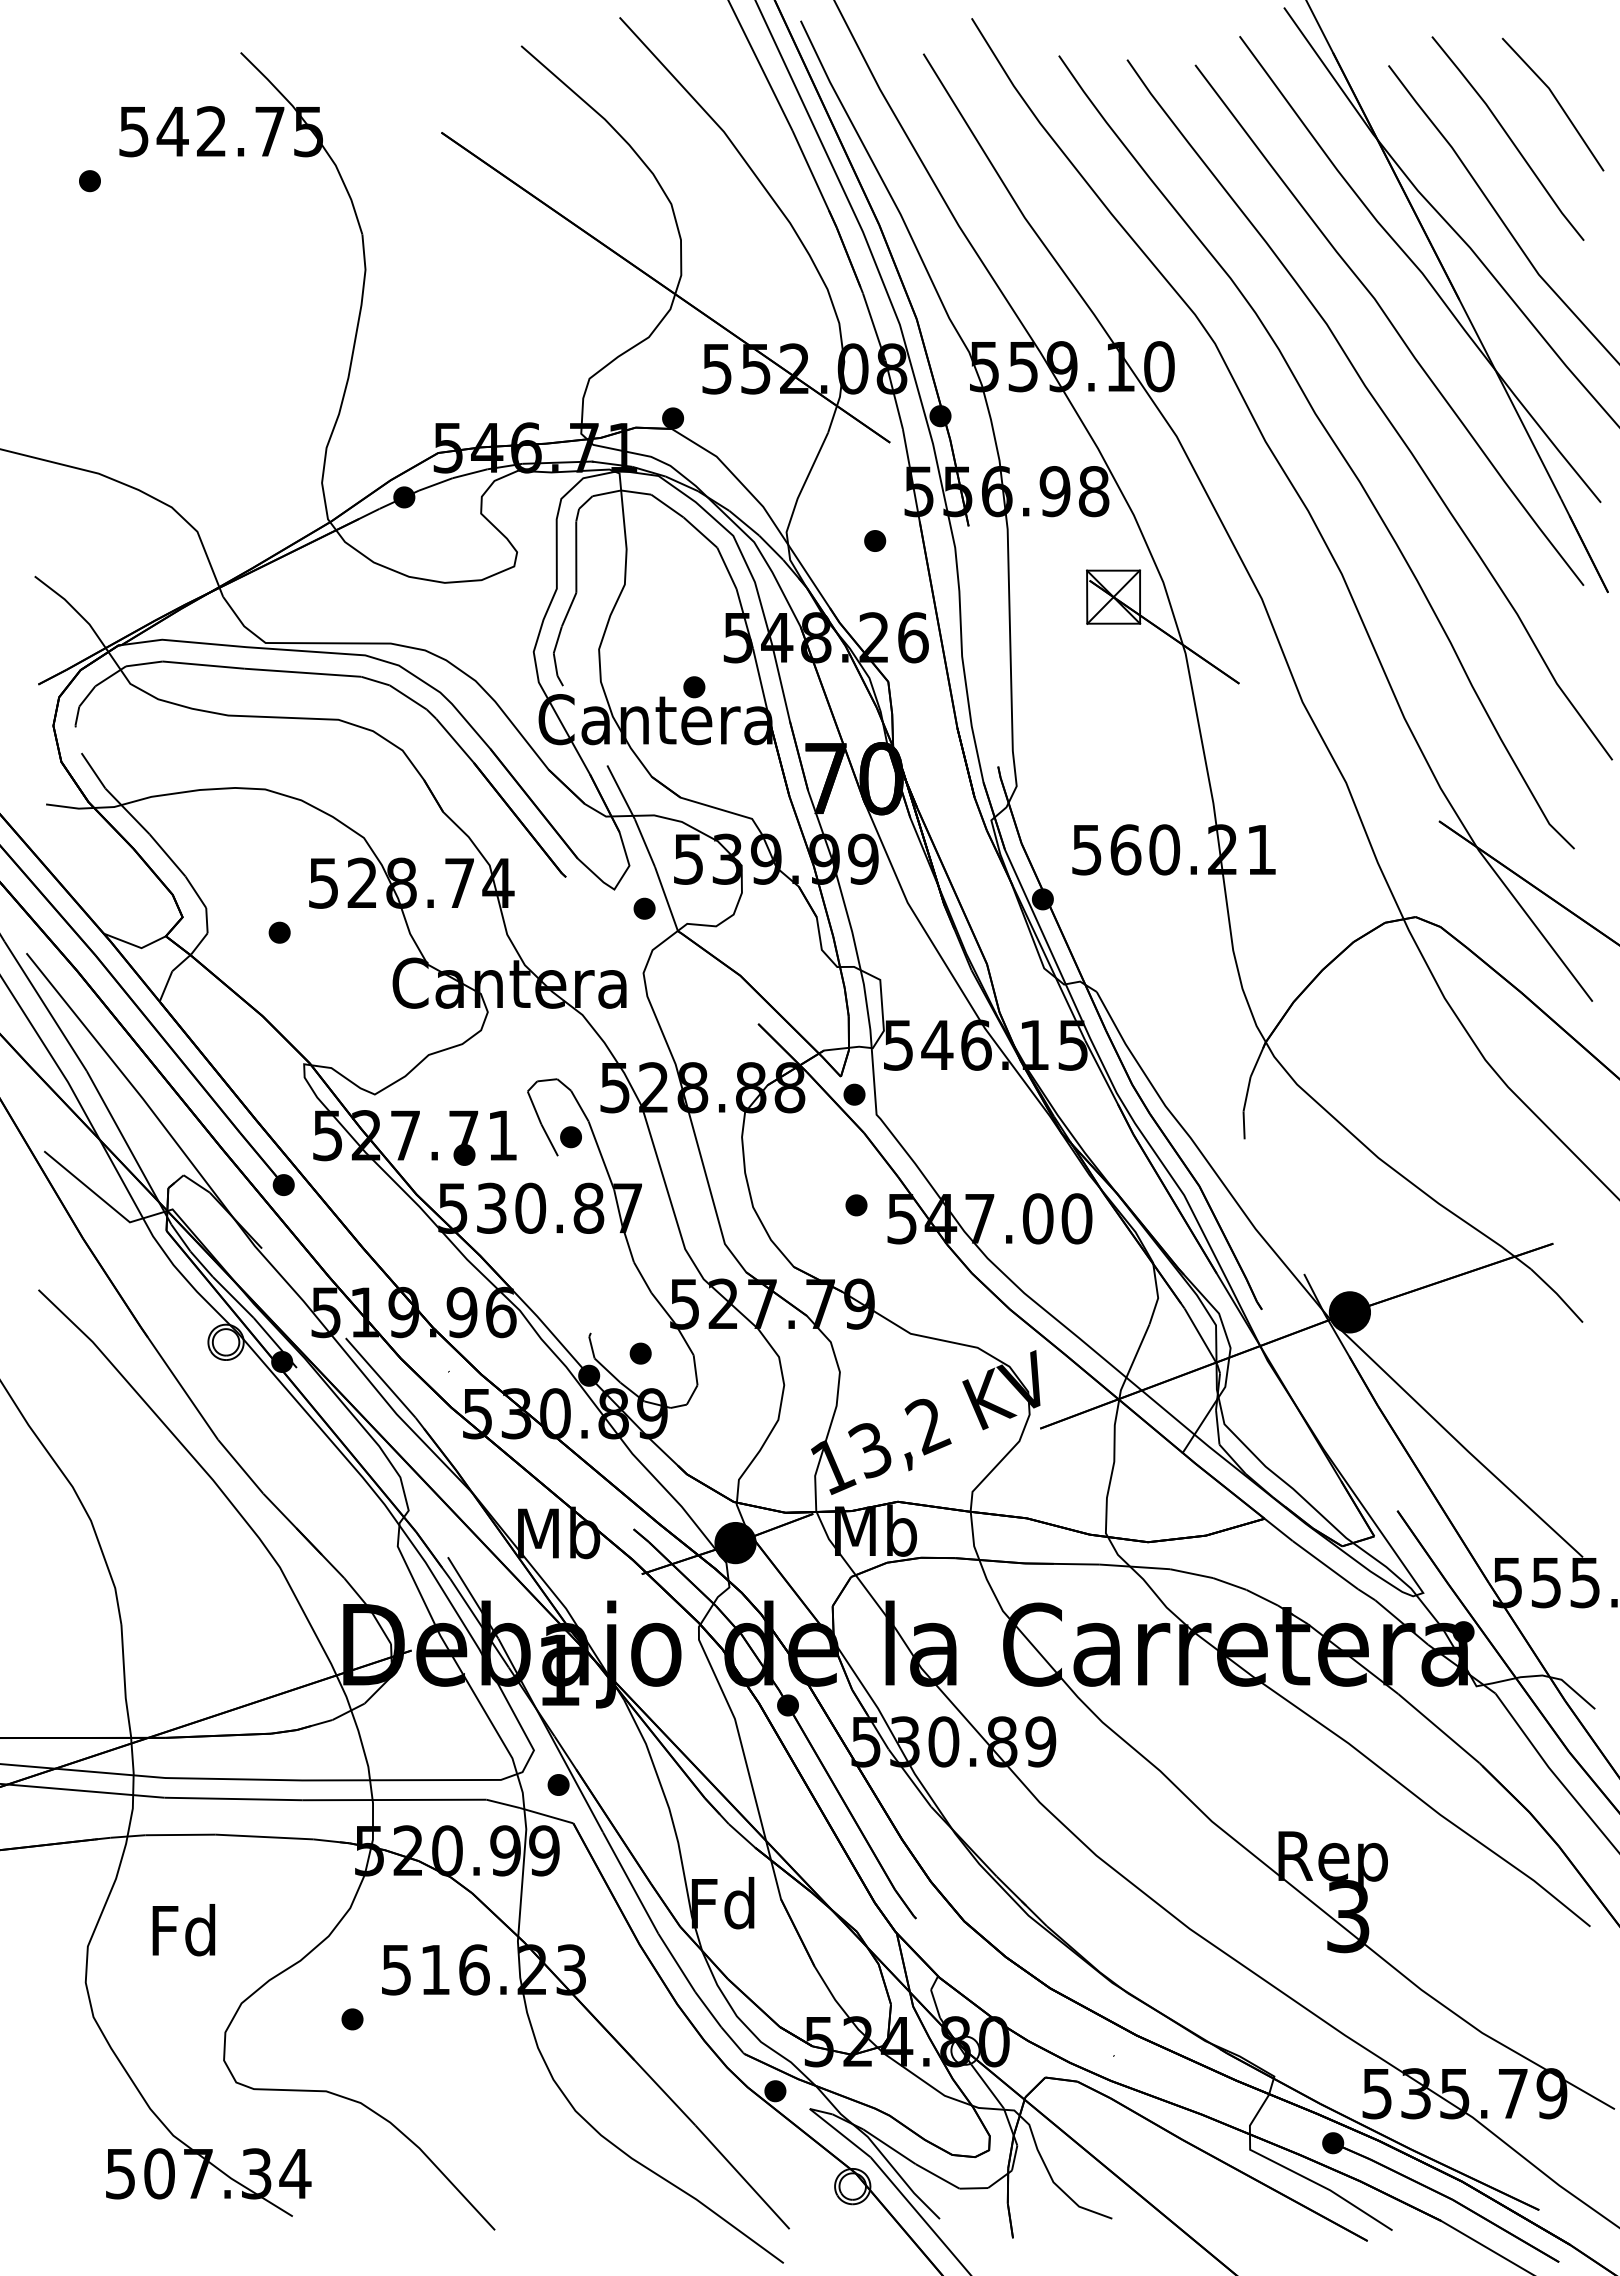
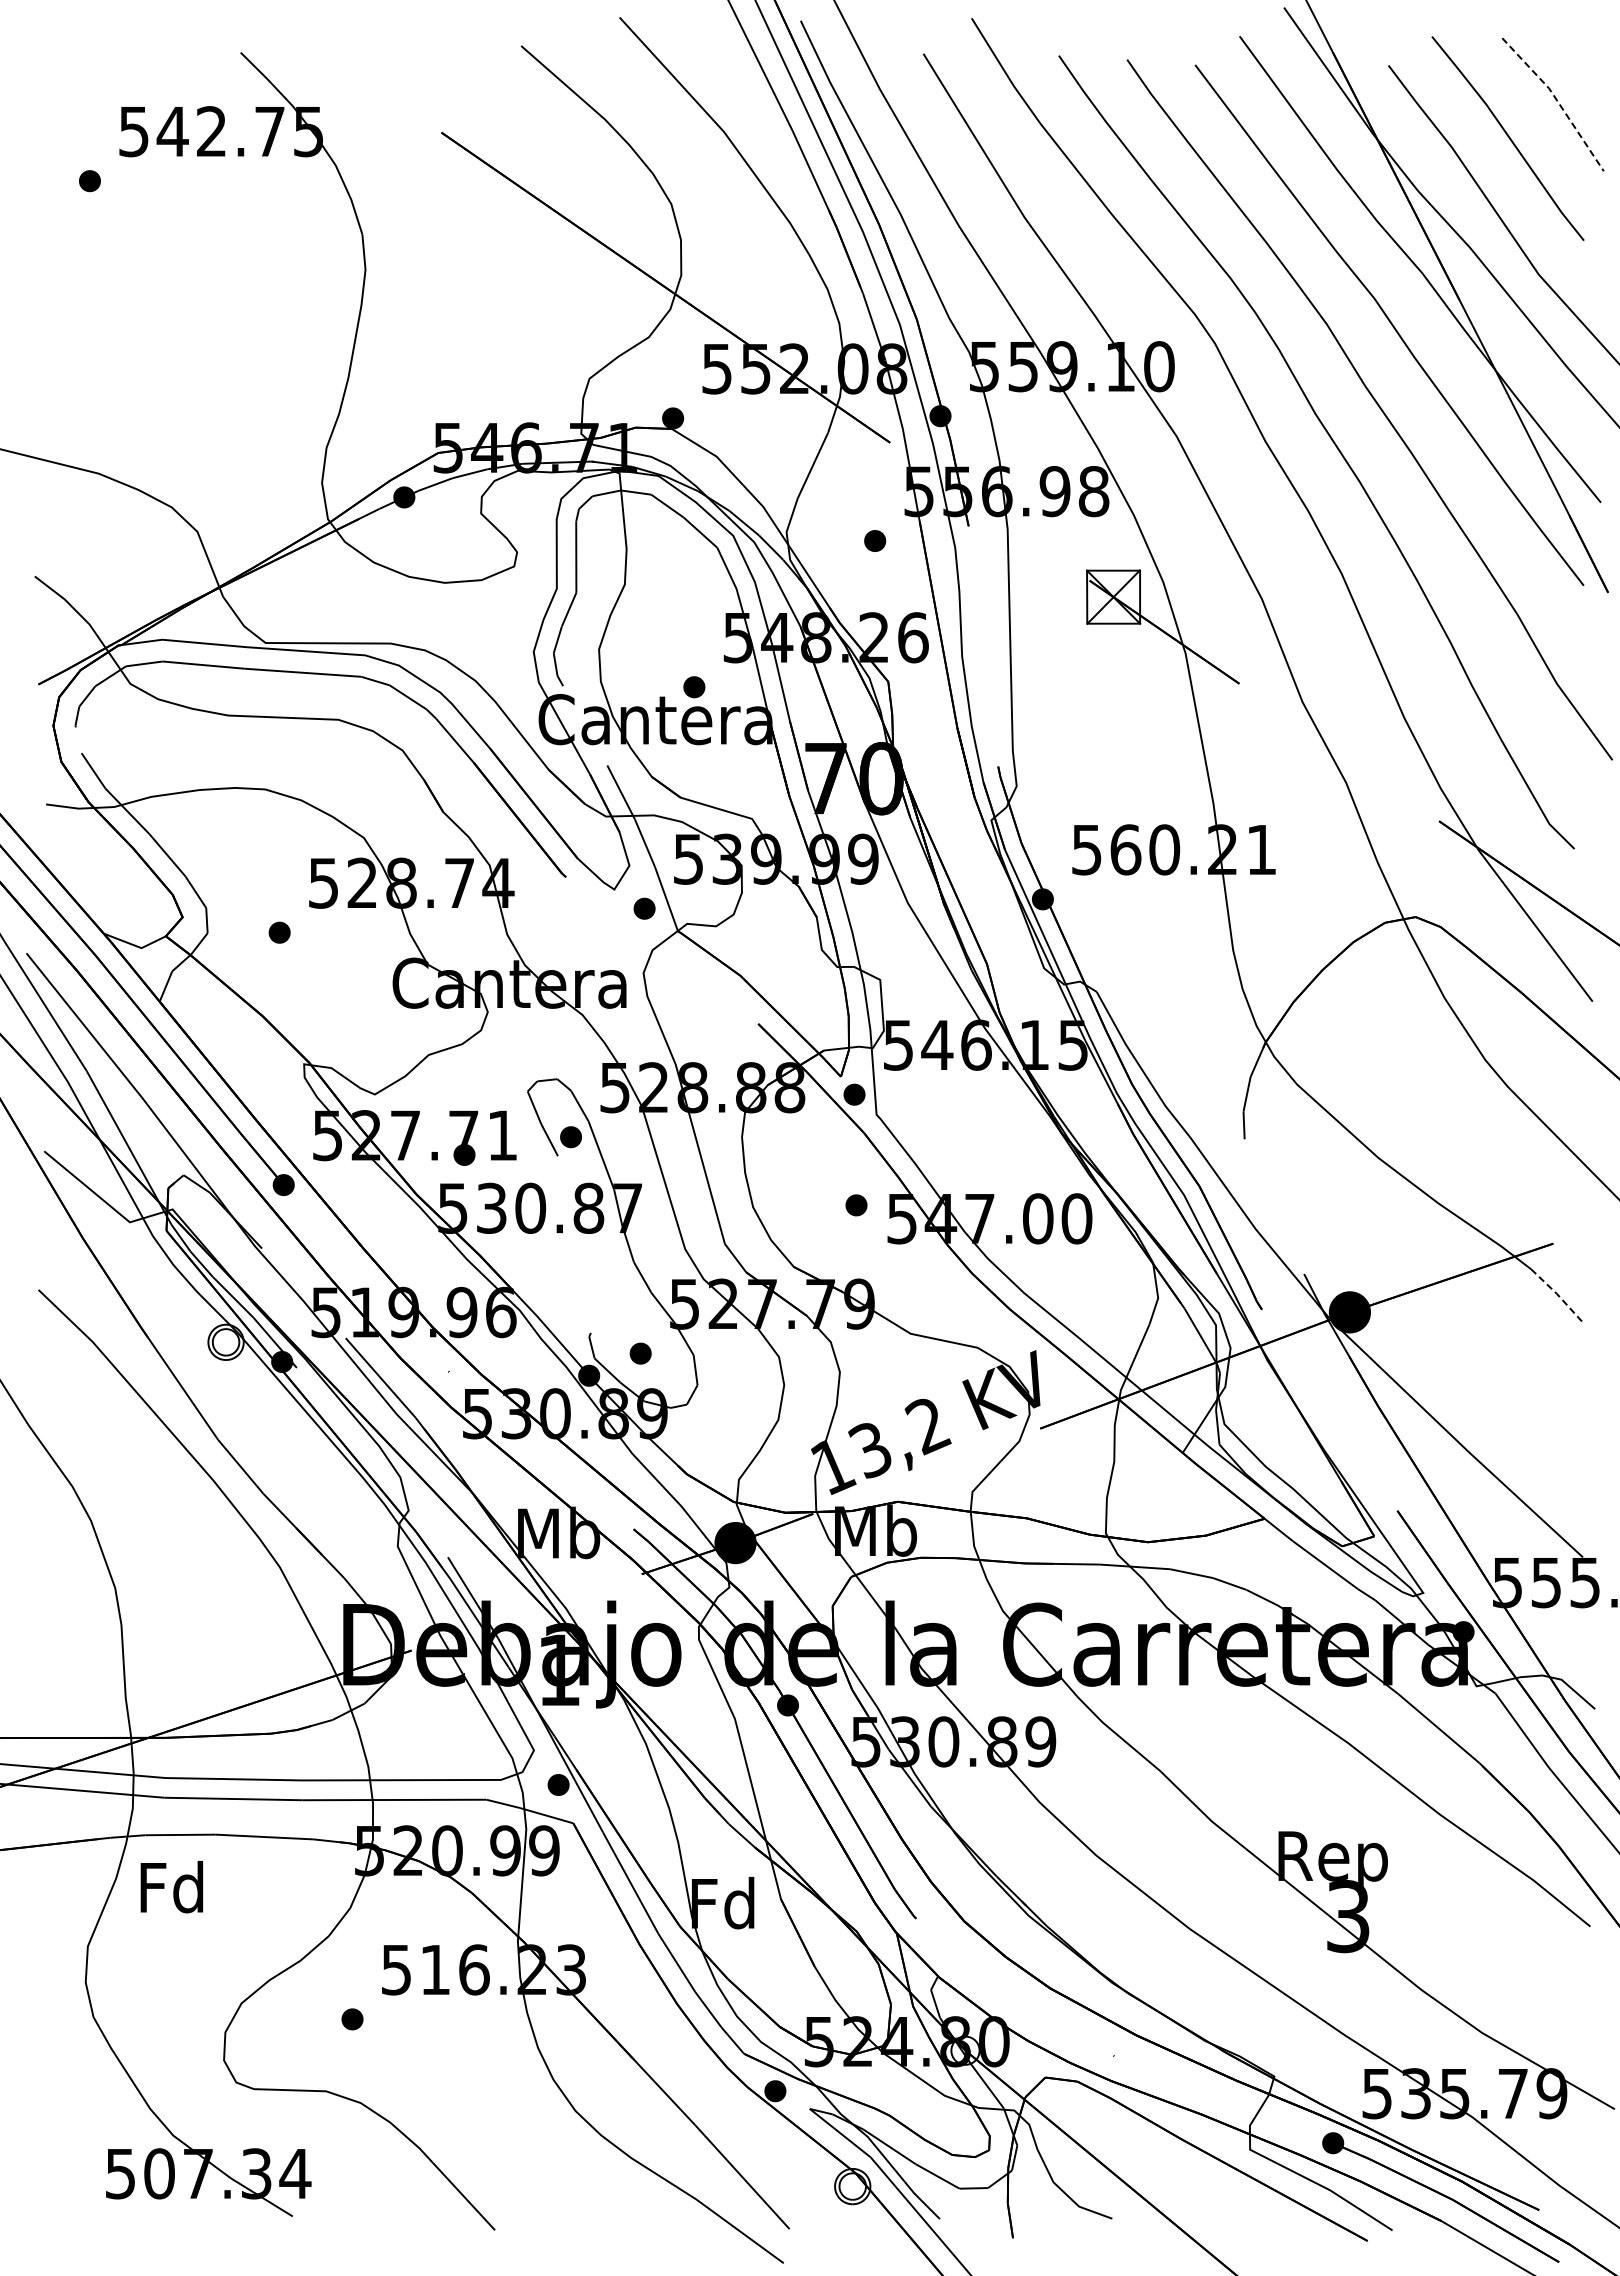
line at (1557, 100): solid -> dashed
line at (1558, 1295): solid -> dashed
text at (183, 1930) position: (183, 1930) -> (171, 1887)
